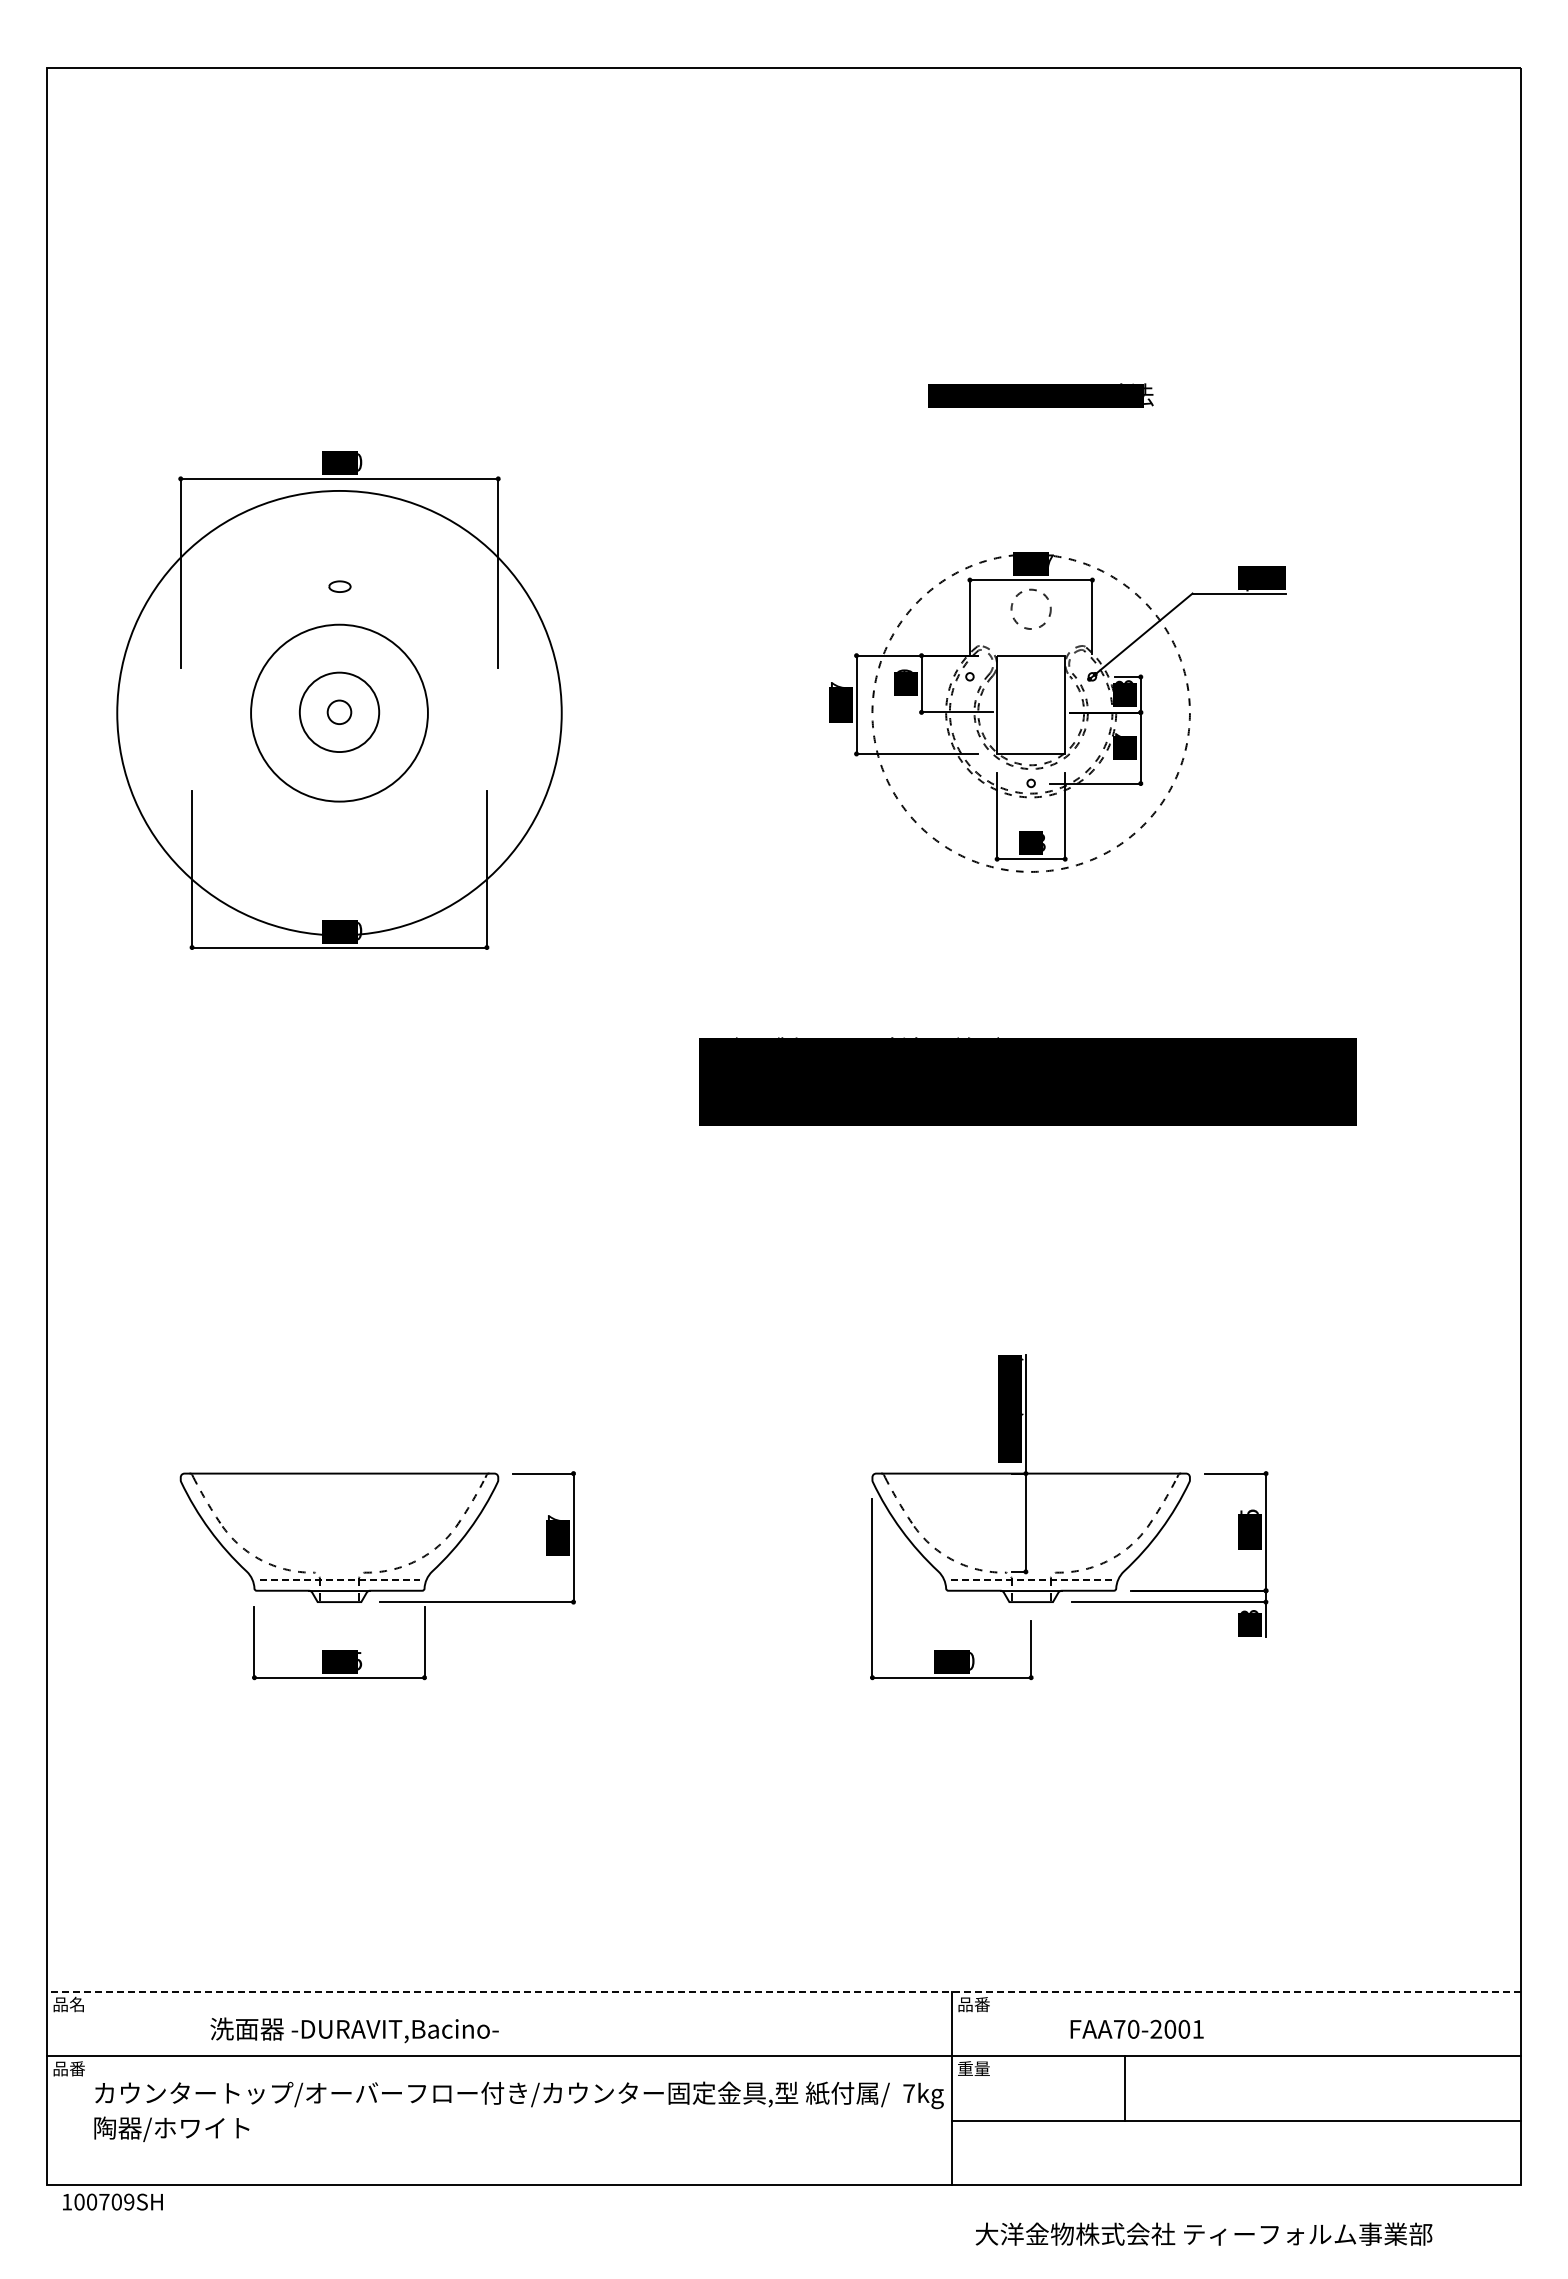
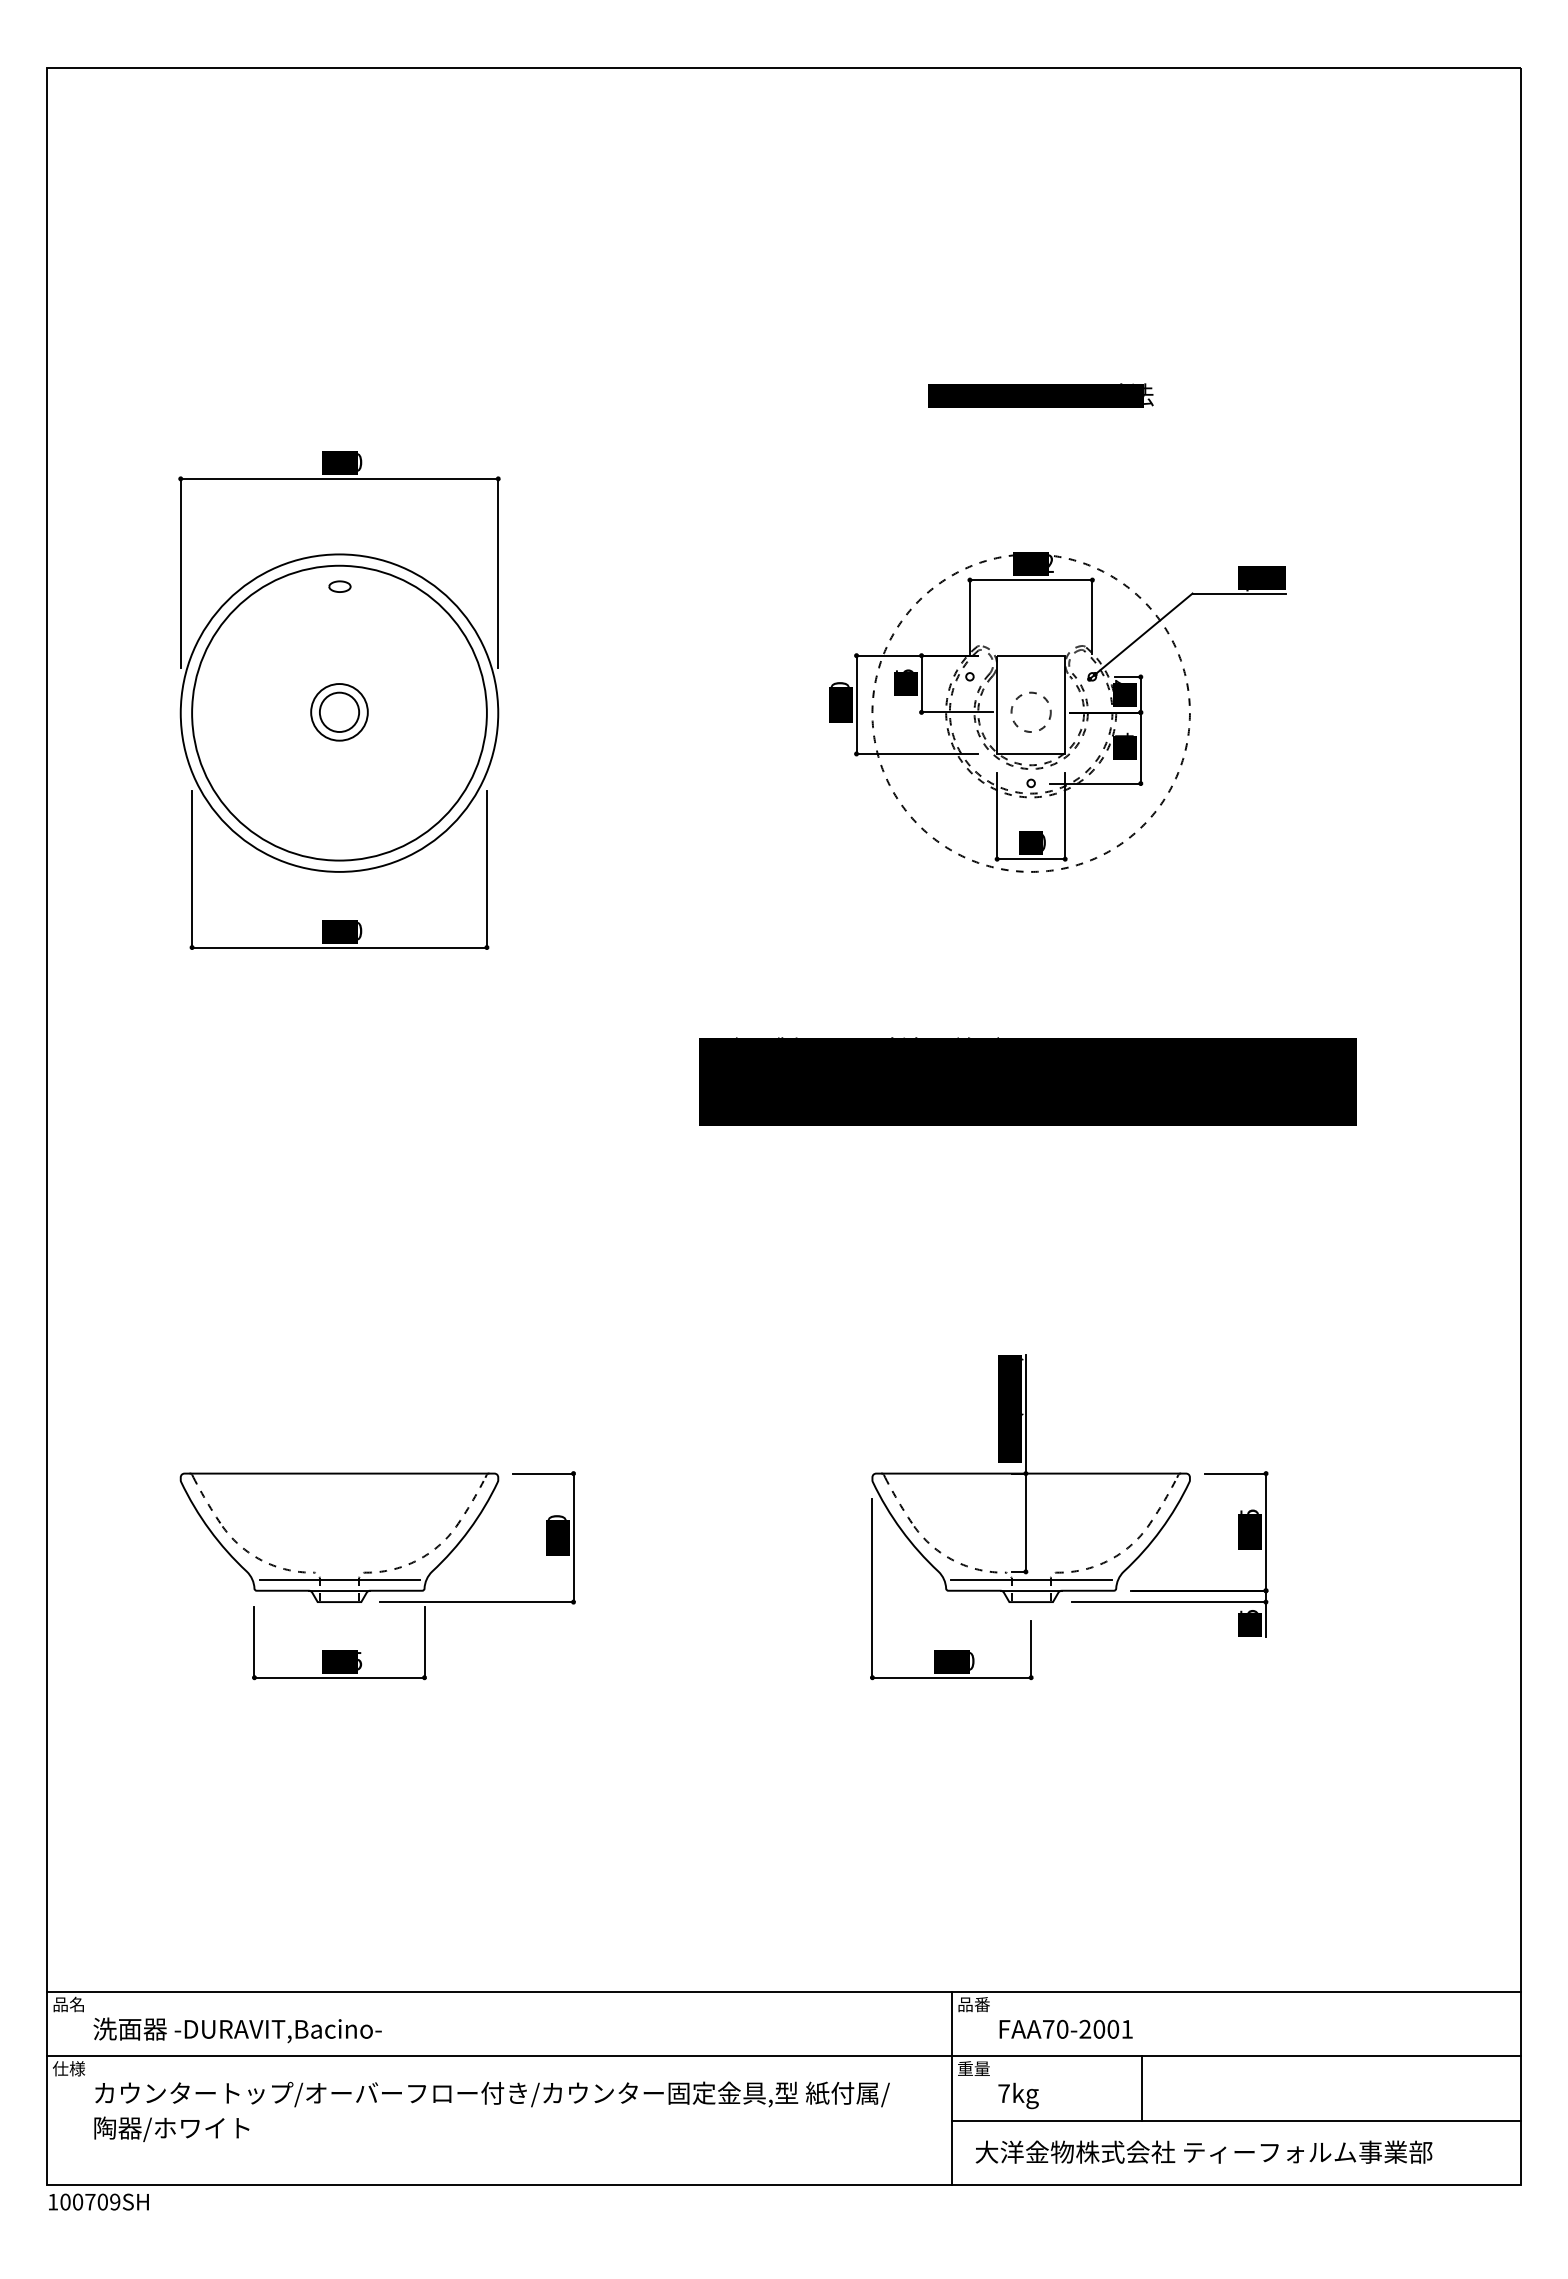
text at (1051, 563): 237 -> 162
circle at (1030, 608) position: (1030, 608) -> (1030, 711)
text at (904, 670): 59 -> 75
text at (1123, 681): 43 -> 47
text at (839, 684): 167 -> 130
circle at (339, 712) diameter: 177 px -> 295 px
circle at (339, 712) diameter: 24 px -> 39 px
circle at (339, 712) diameter: 444 px -> 317 px
circle at (339, 712) diameter: 79 px -> 57 px
text at (1124, 733): 97 -> 94
text at (1044, 842): 73 -> 90
text at (556, 1517): 247 -> 170
line at (340, 1580): dashed -> solid
line at (1031, 1580): dashed -> solid
text at (1249, 1611): 13 -> 15
line at (783, 1992): dashed -> solid
text at (1136, 2028) position: (1136, 2028) -> (1065, 2028)
text at (354, 2030) position: (354, 2030) -> (237, 2030)
text at (69, 2068): 品番 -> 仕様
line at (1124, 2088) position: (1124, 2088) -> (1141, 2088)
text at (923, 2095) position: (923, 2095) -> (1018, 2095)
text at (112, 2201) position: (112, 2201) -> (98, 2201)
text at (1203, 2233) position: (1203, 2233) -> (1203, 2151)
